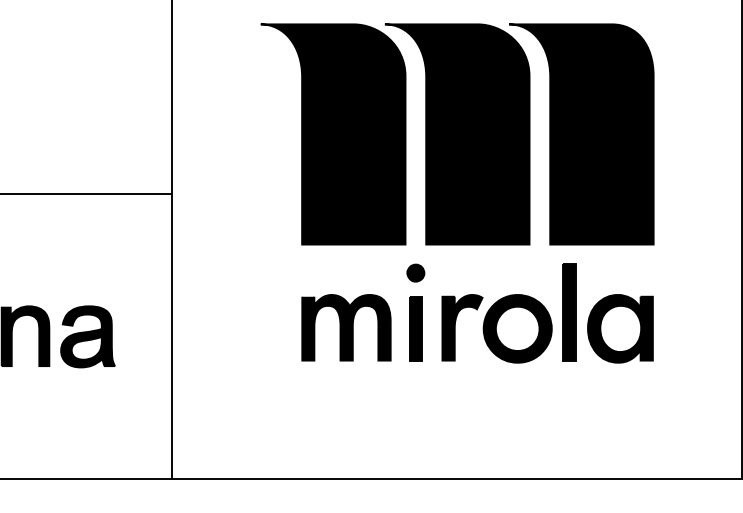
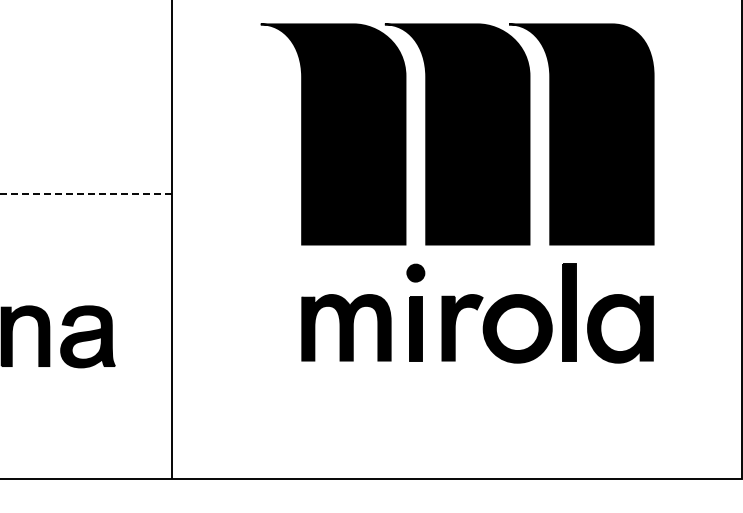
line at (86, 193): solid -> dashed
